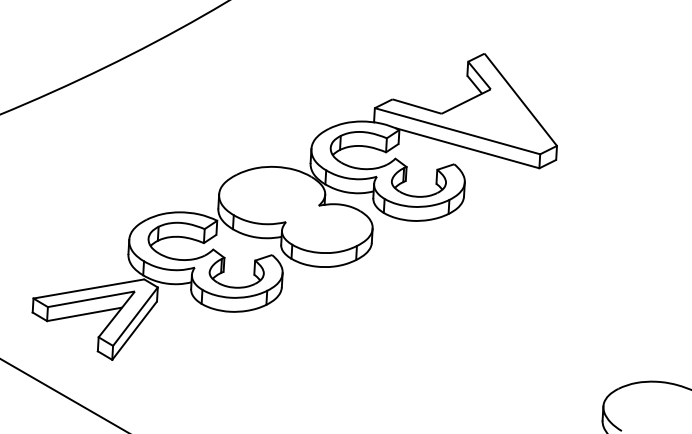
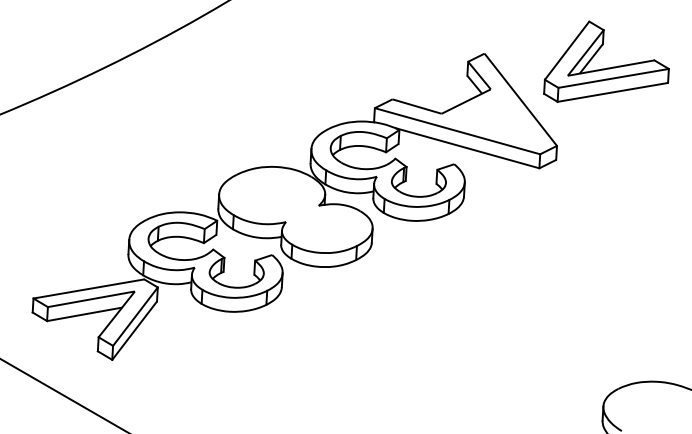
part at (607, 67): none -> present
